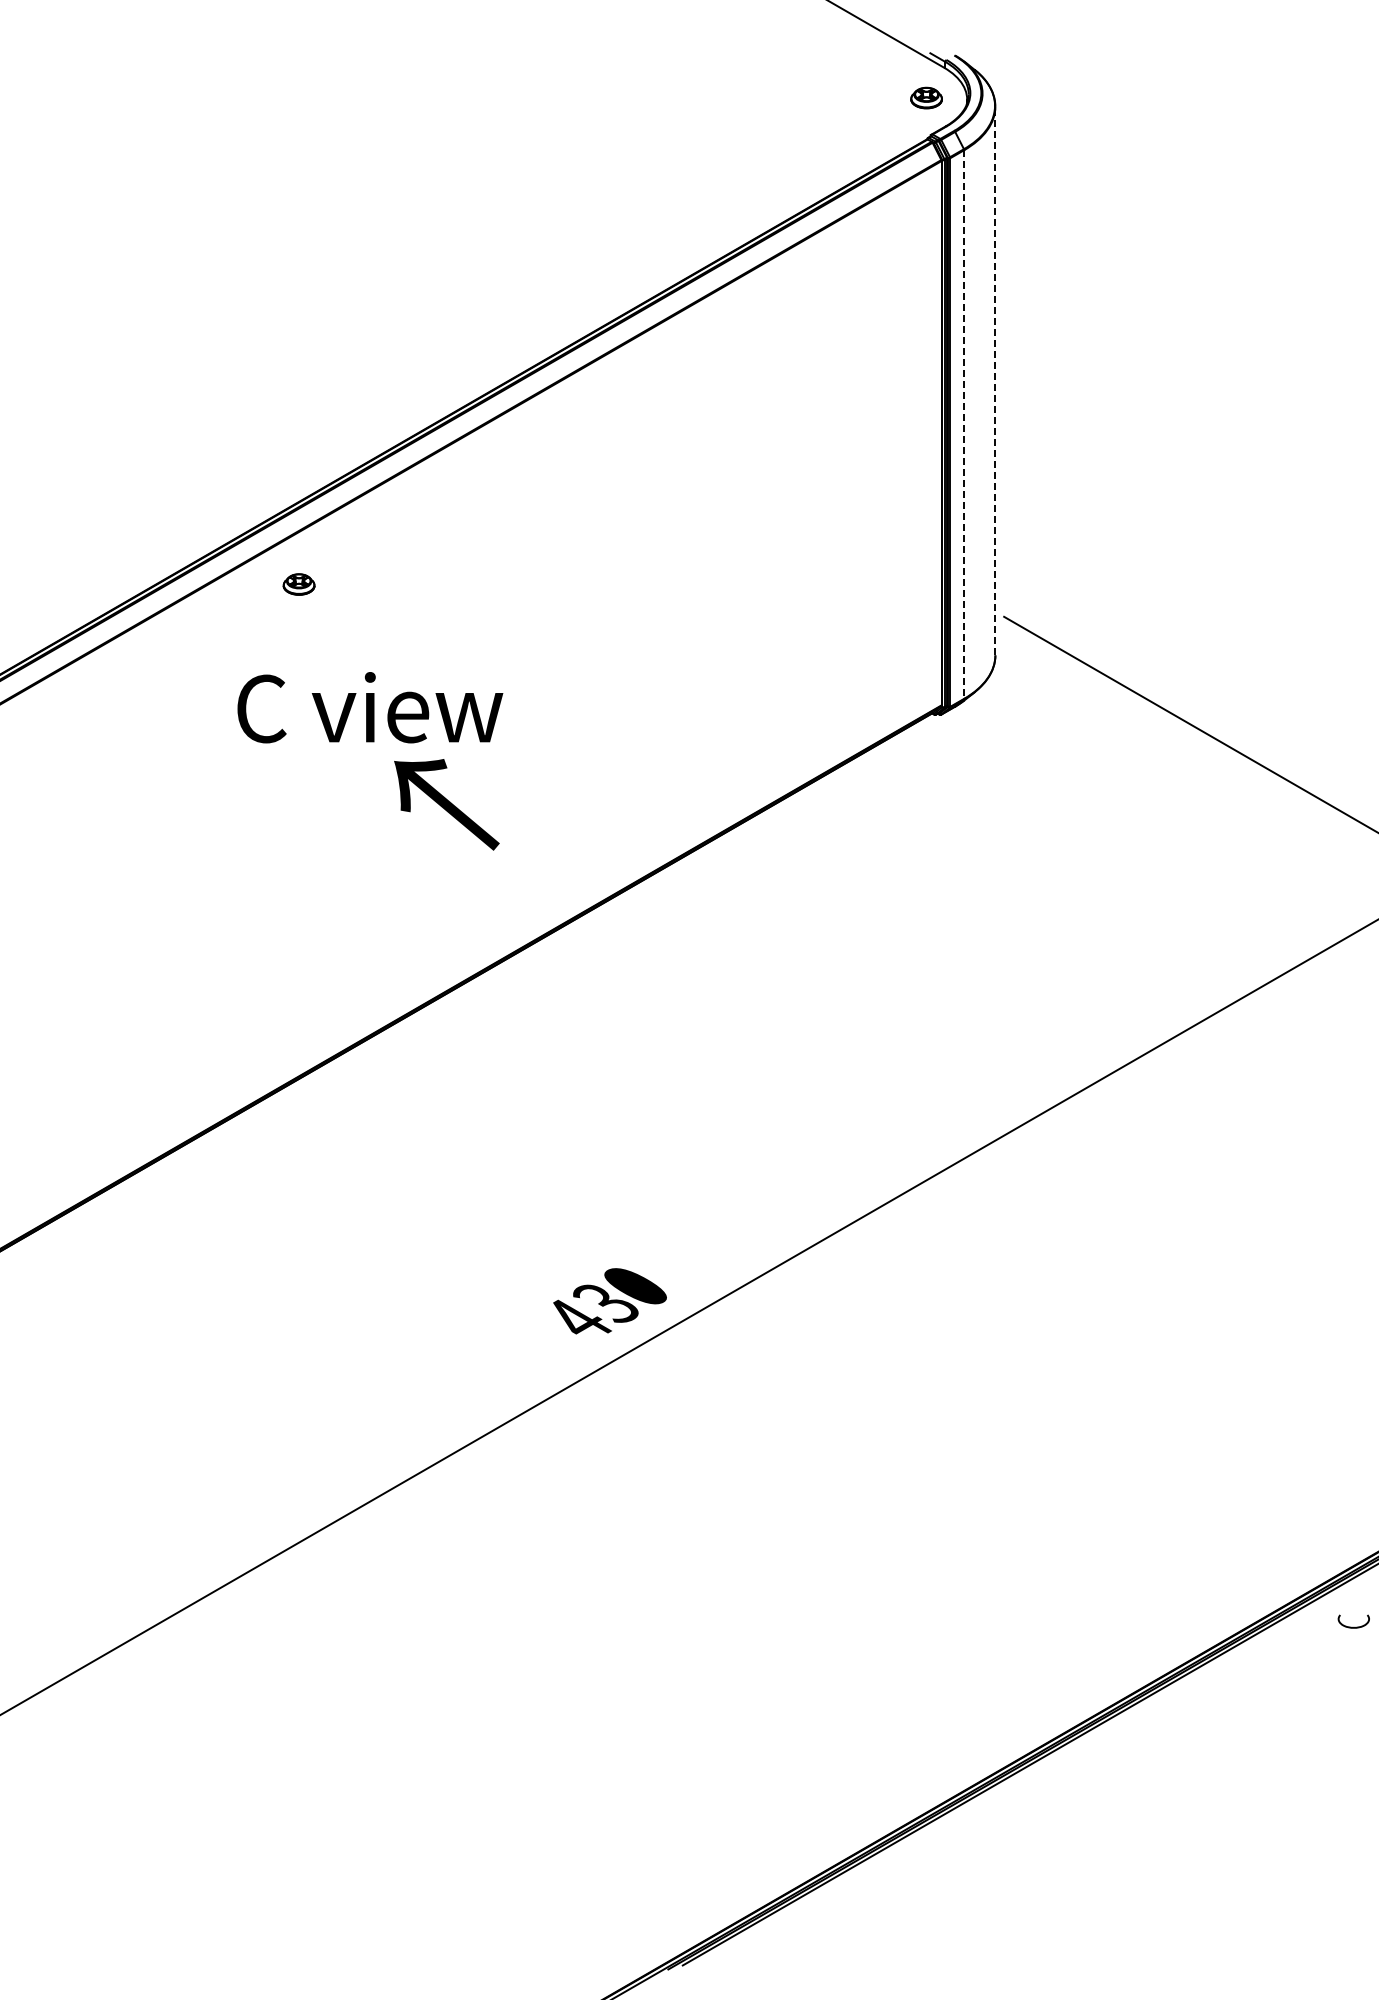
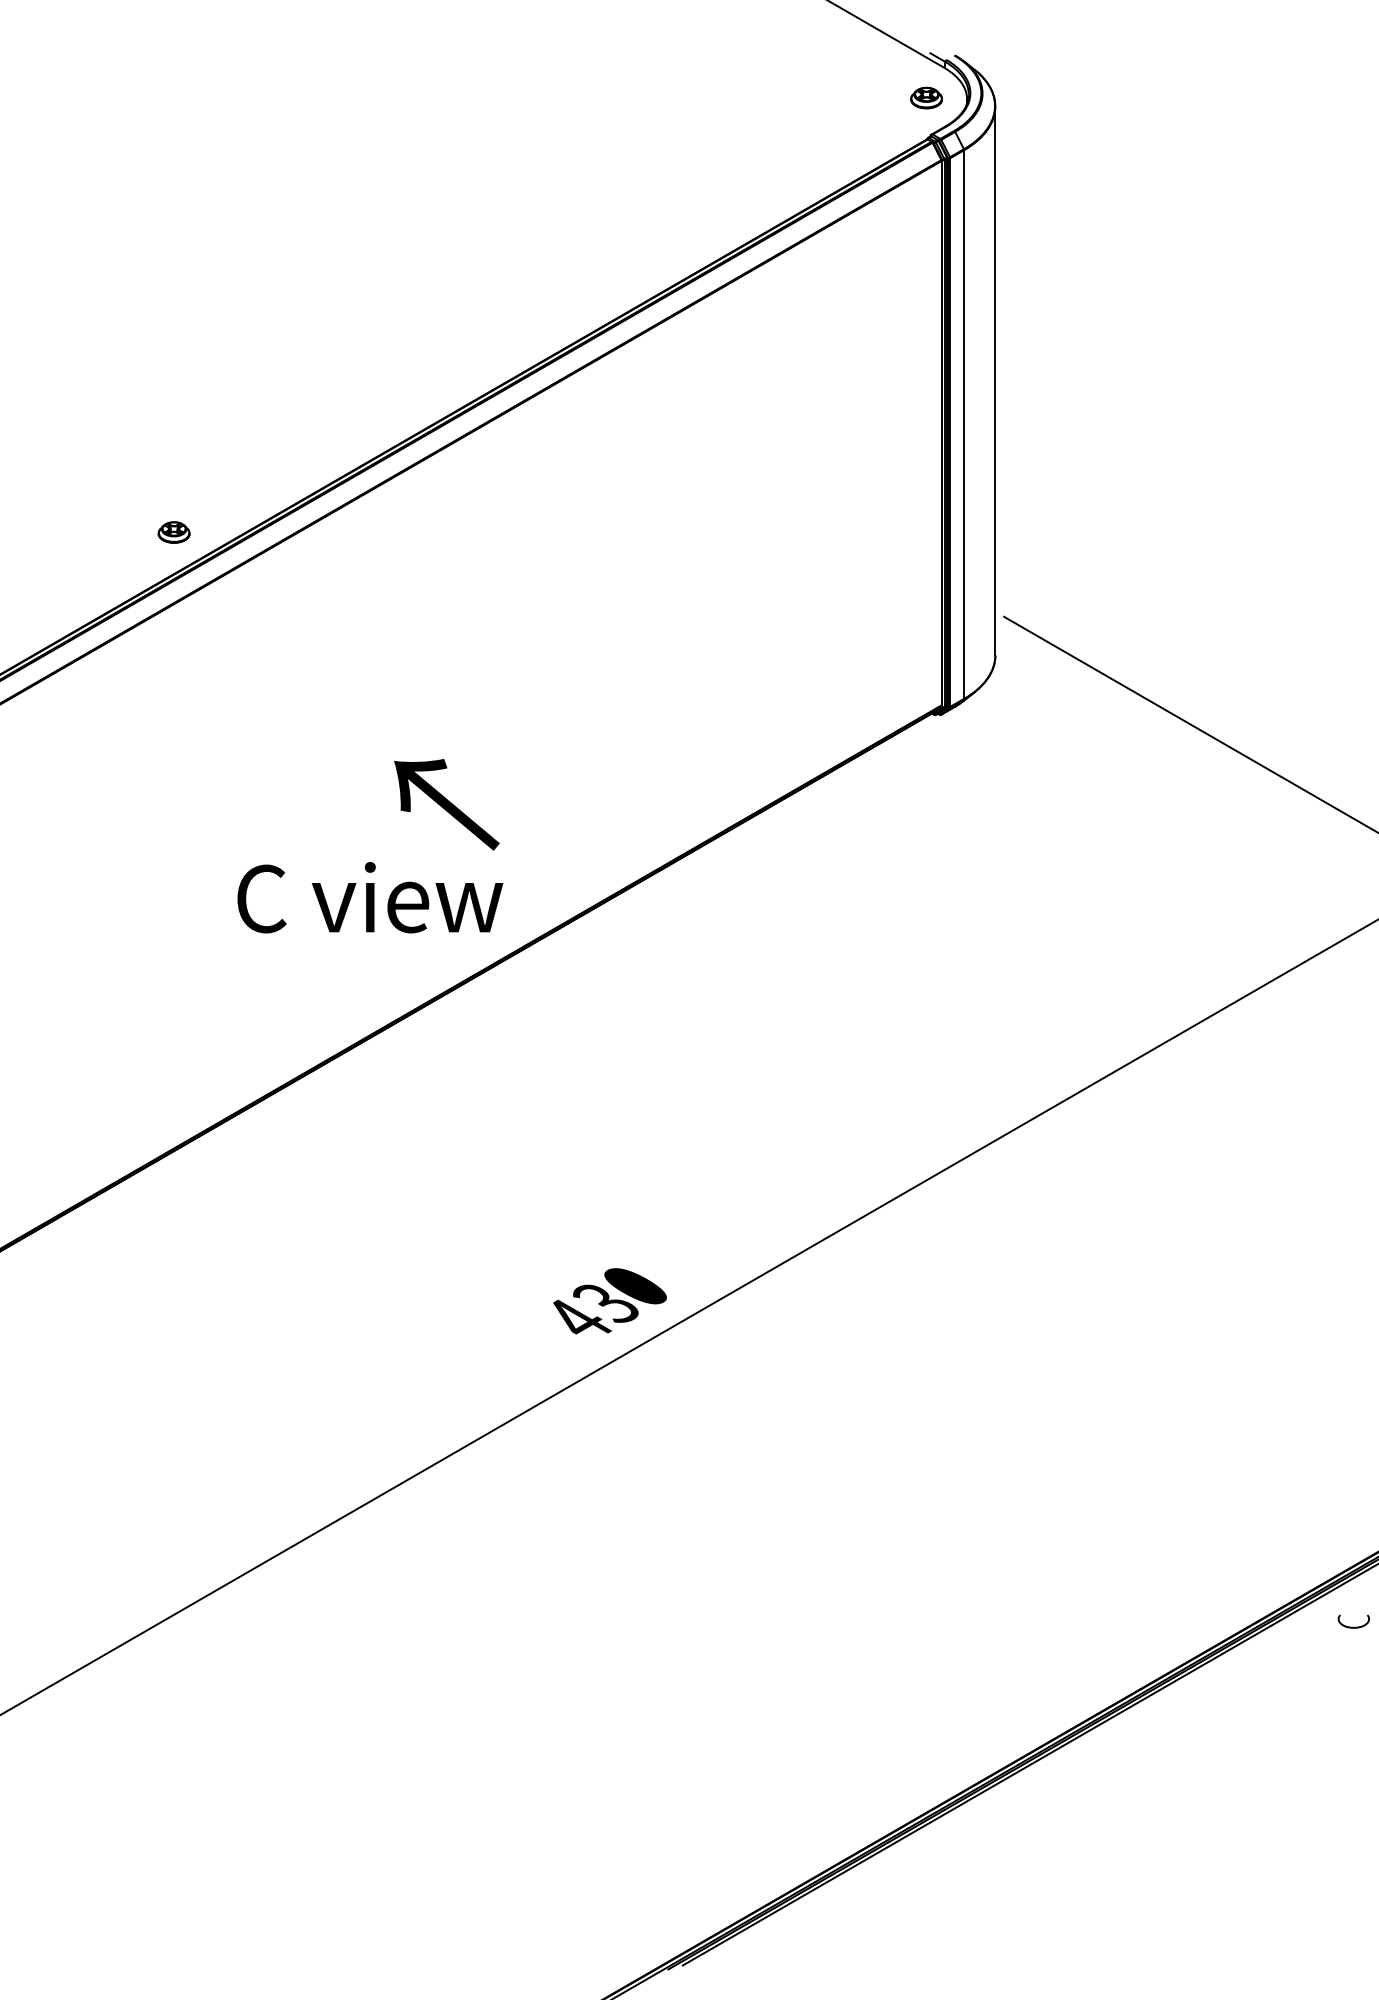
line at (995, 380): dashed -> solid
line at (964, 425): dashed -> solid
part at (298, 584) position: (298, 584) -> (173, 532)
text at (370, 707) position: (370, 707) -> (370, 897)
